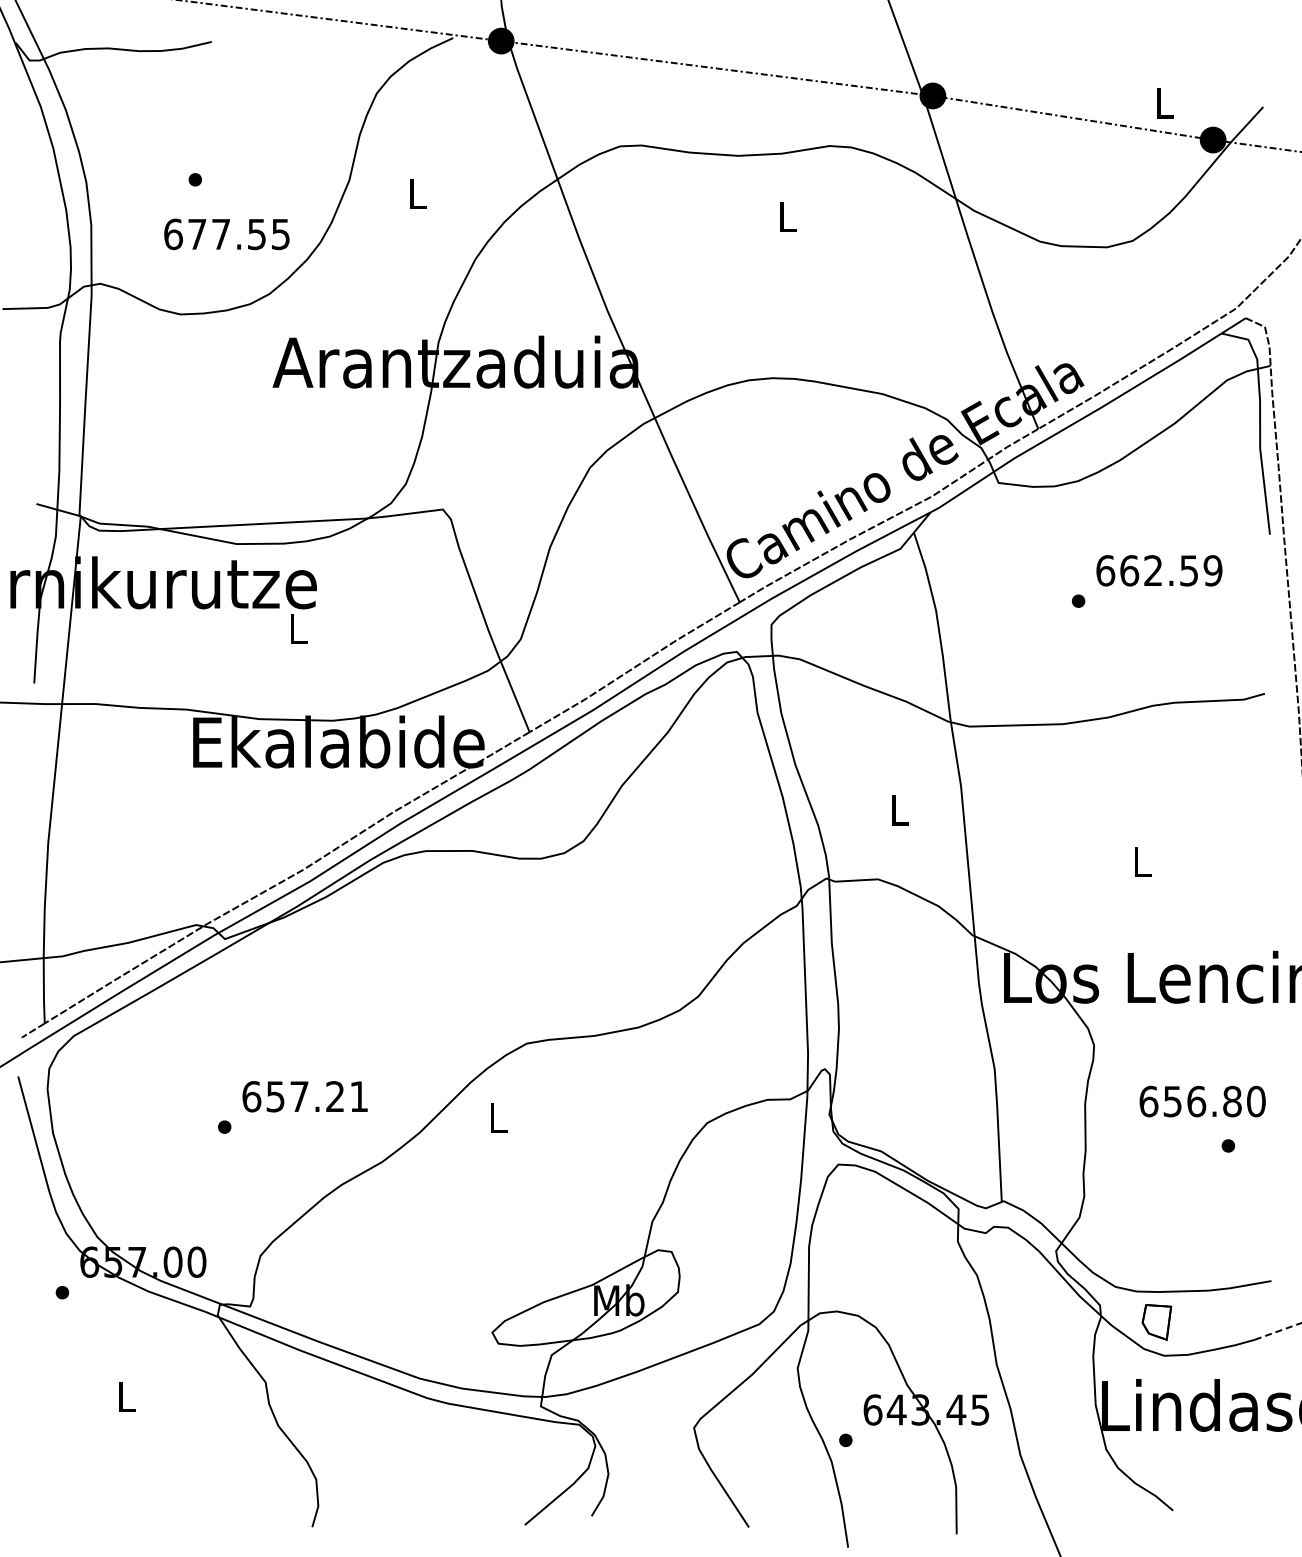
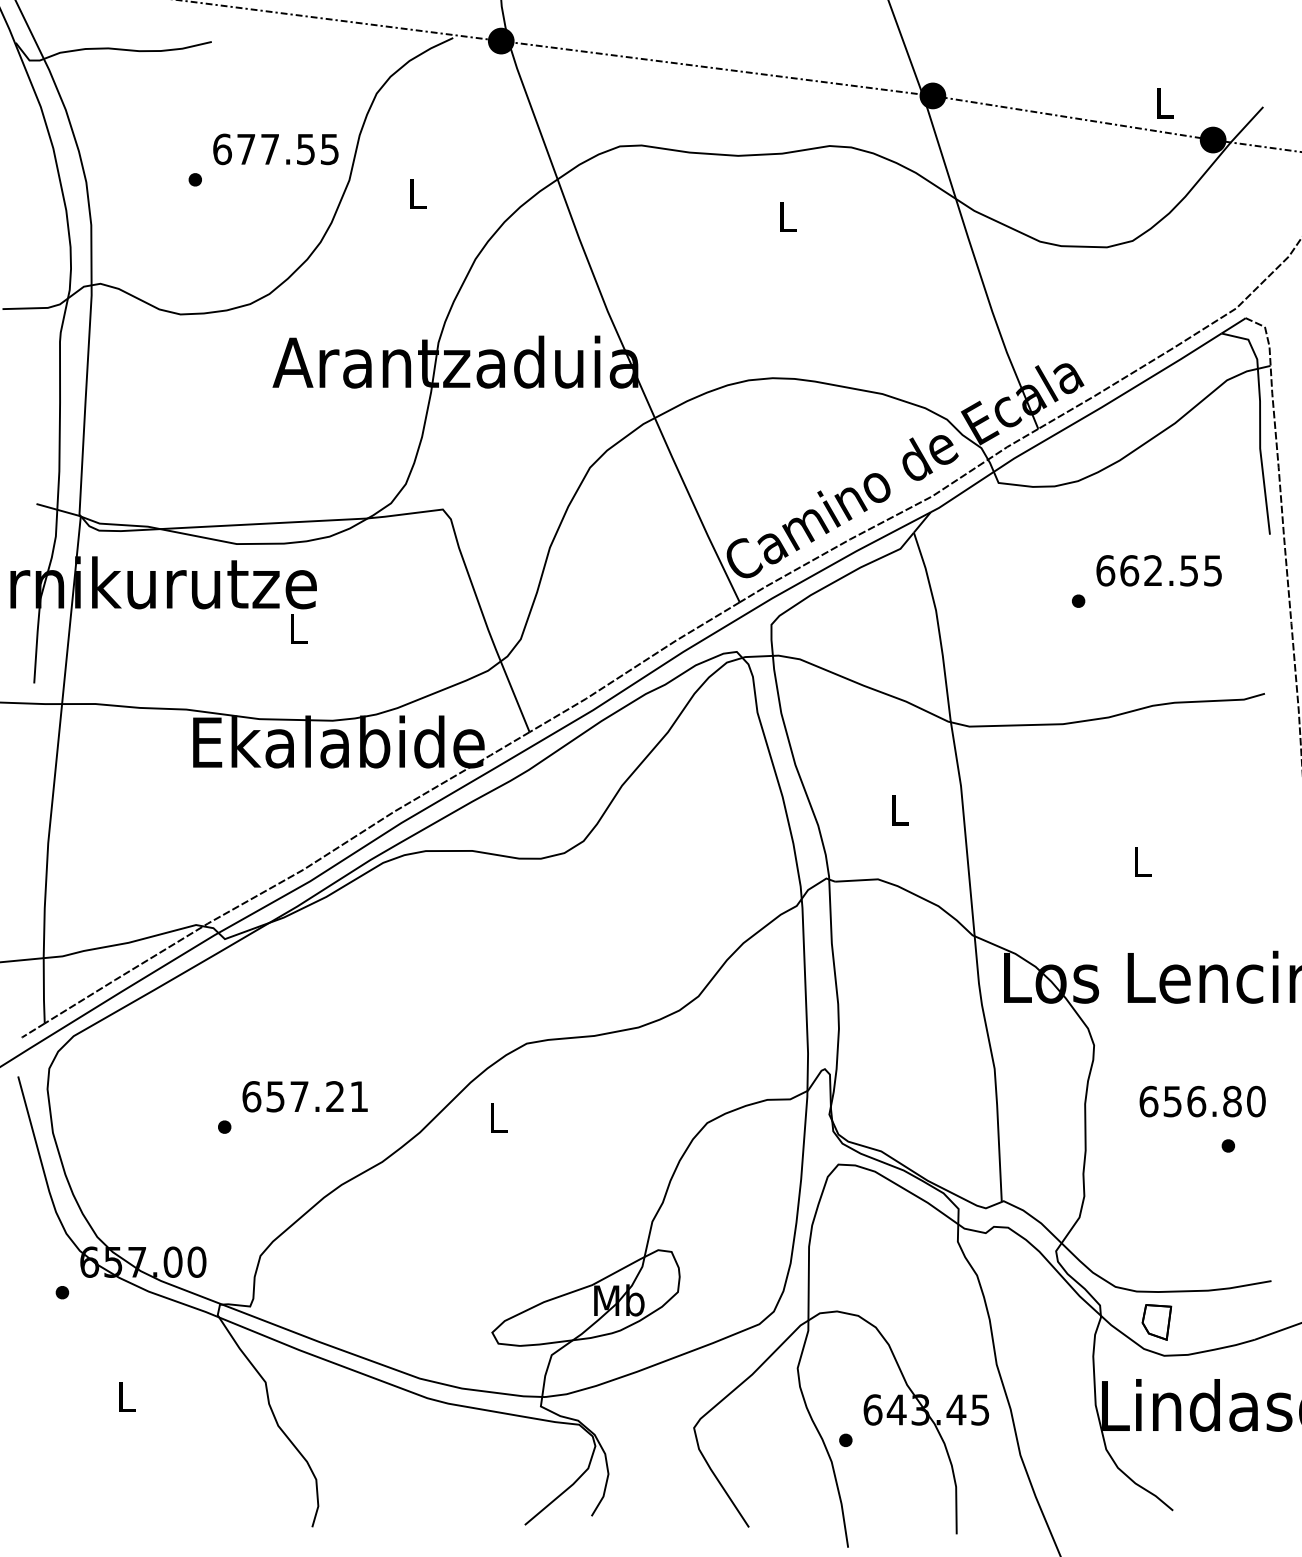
text at (226, 234) position: (226, 234) -> (275, 149)
text at (1212, 570): 662.59 -> 662.55
line at (1278, 1331): dashed -> solid
